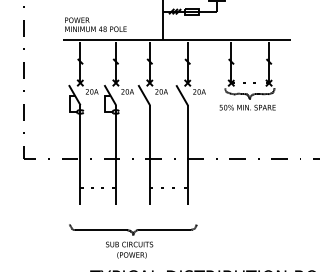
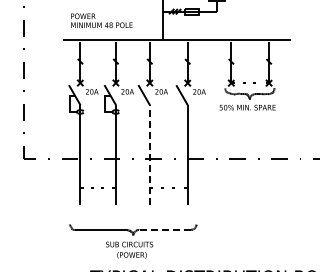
text at (95, 24) position: (95, 24) -> (101, 20)
line at (149, 154): solid -> dashed
line at (164, 230): solid -> dashed
